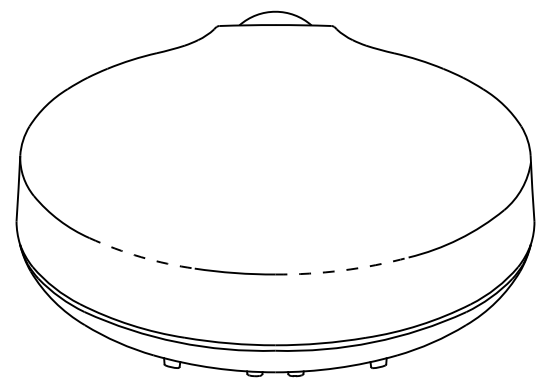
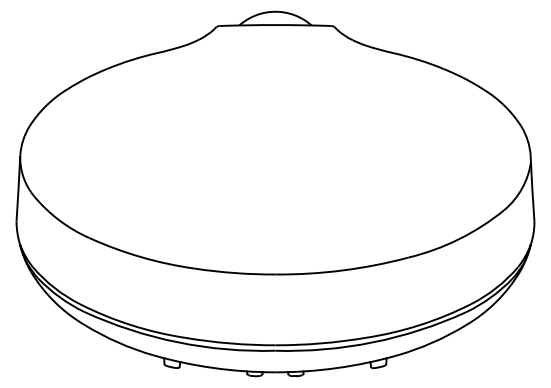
arc at (141, 257): dashed -> solid
arc at (342, 270): dashed -> solid
